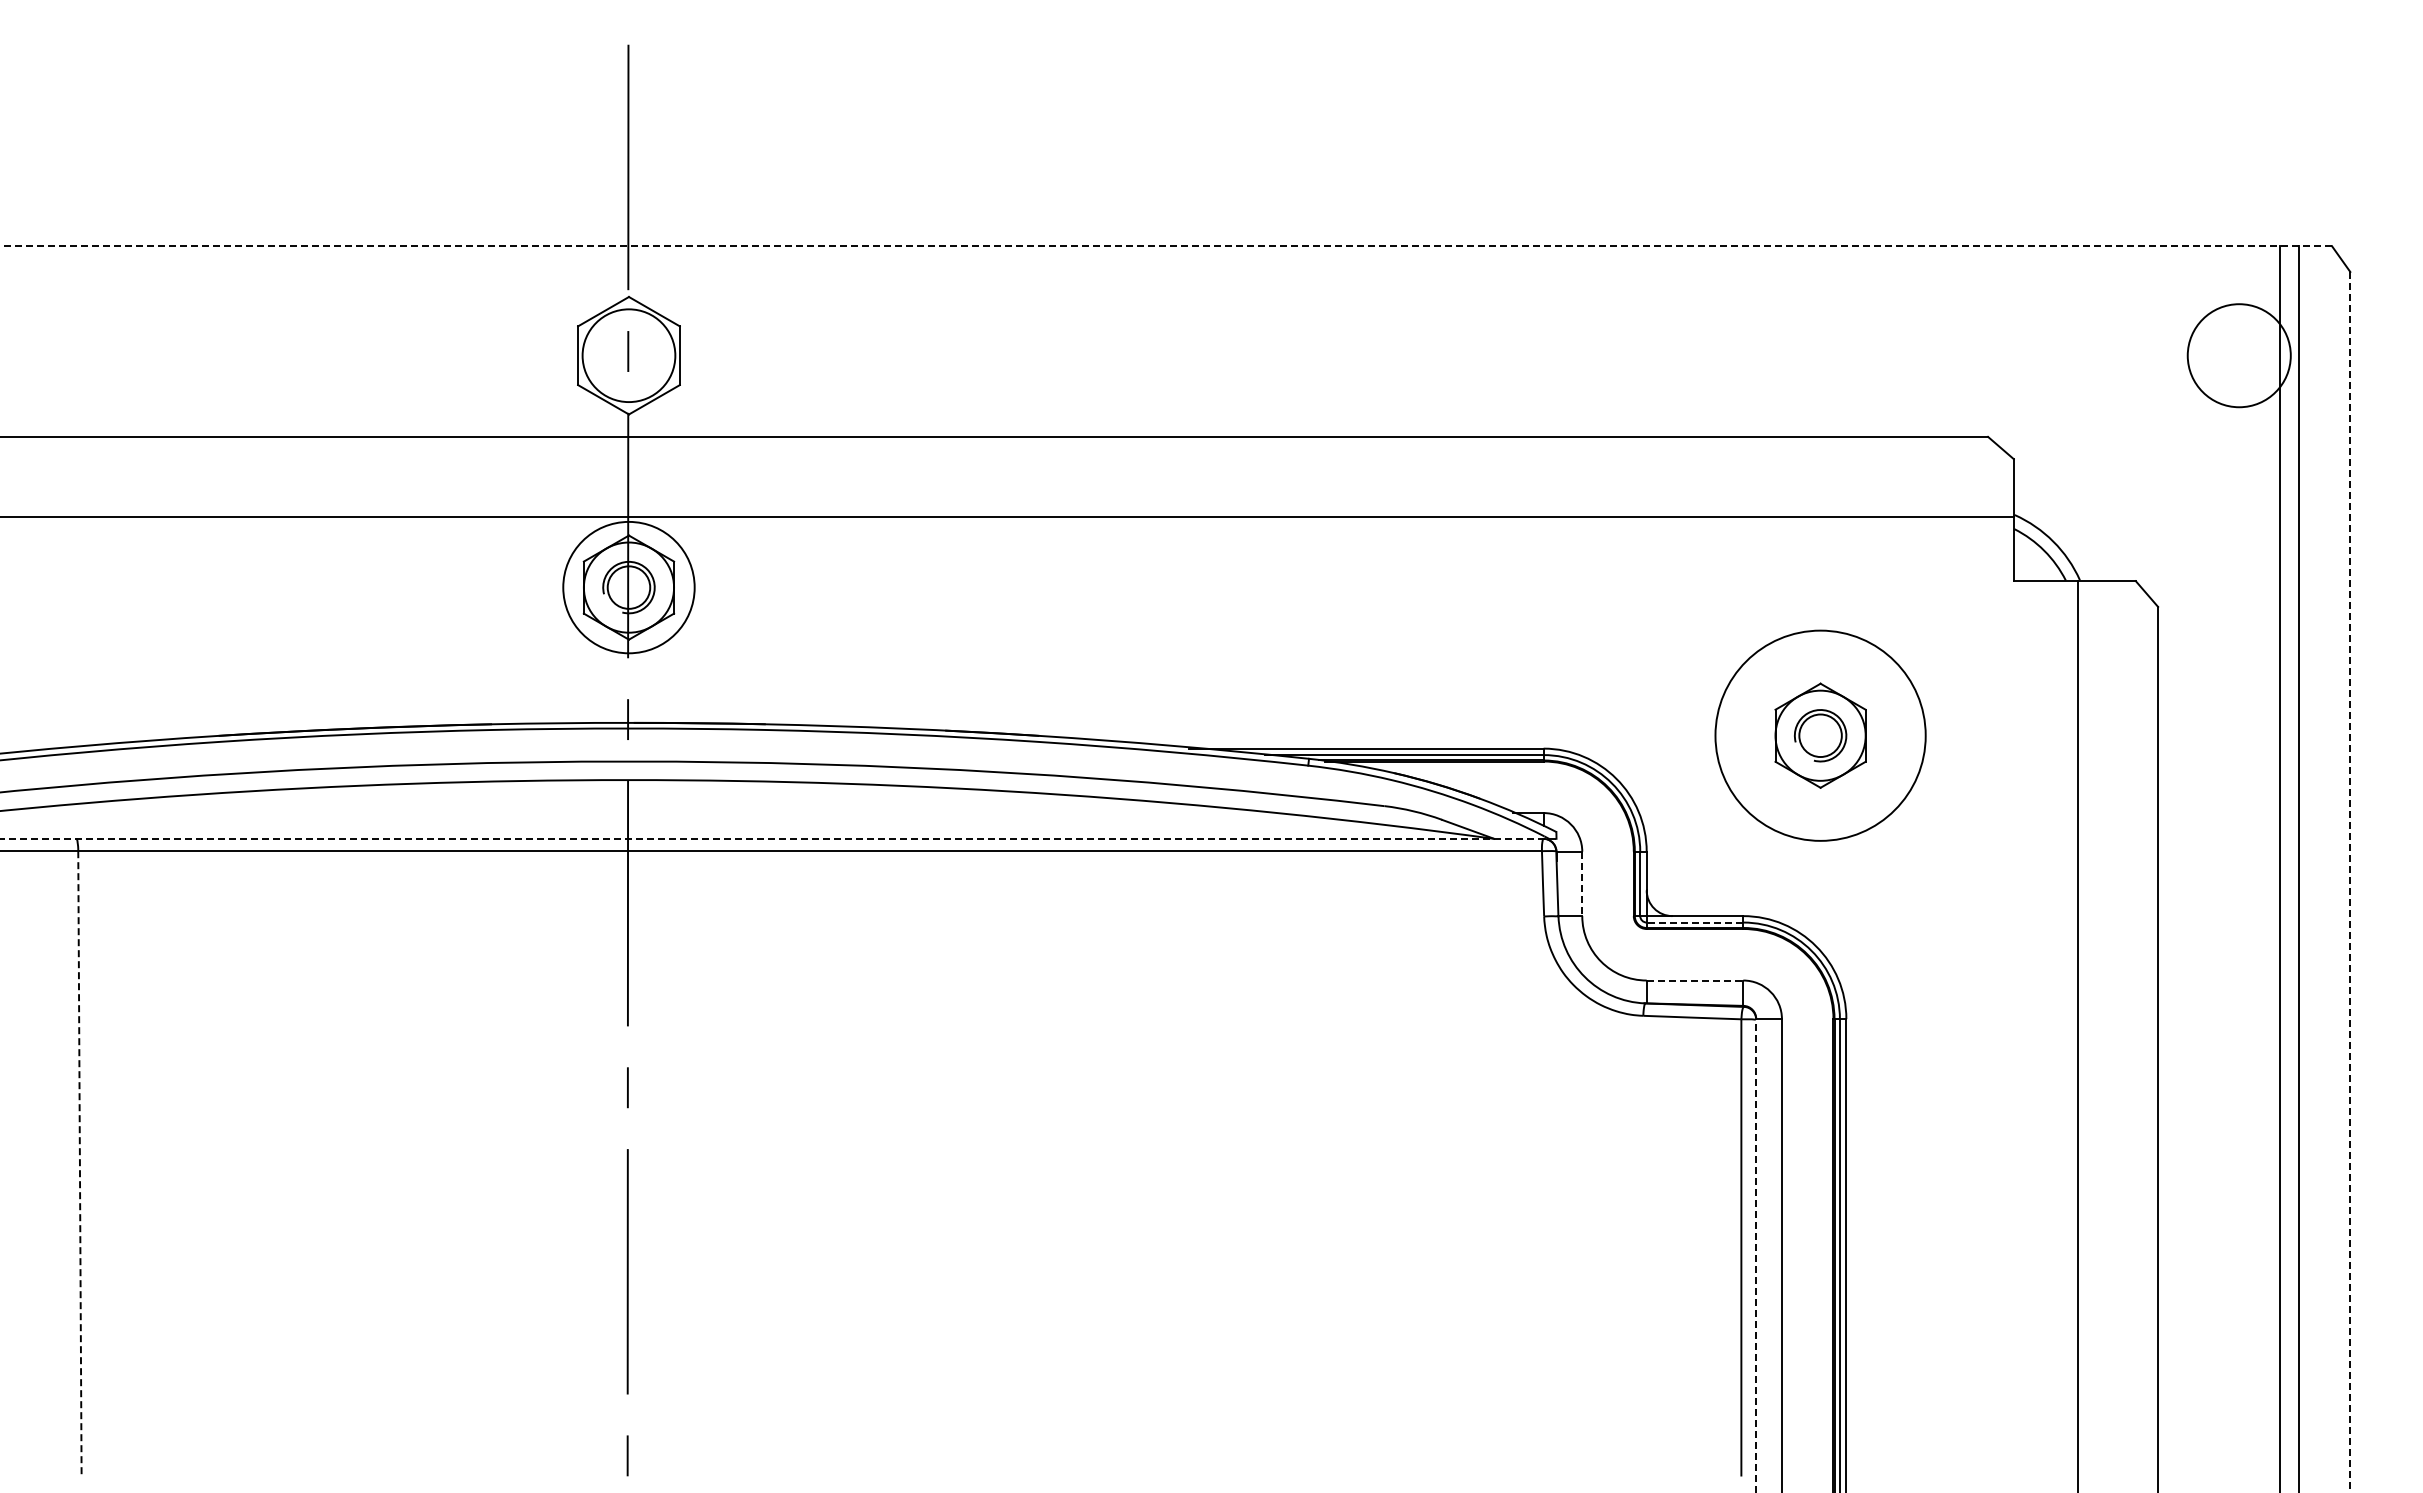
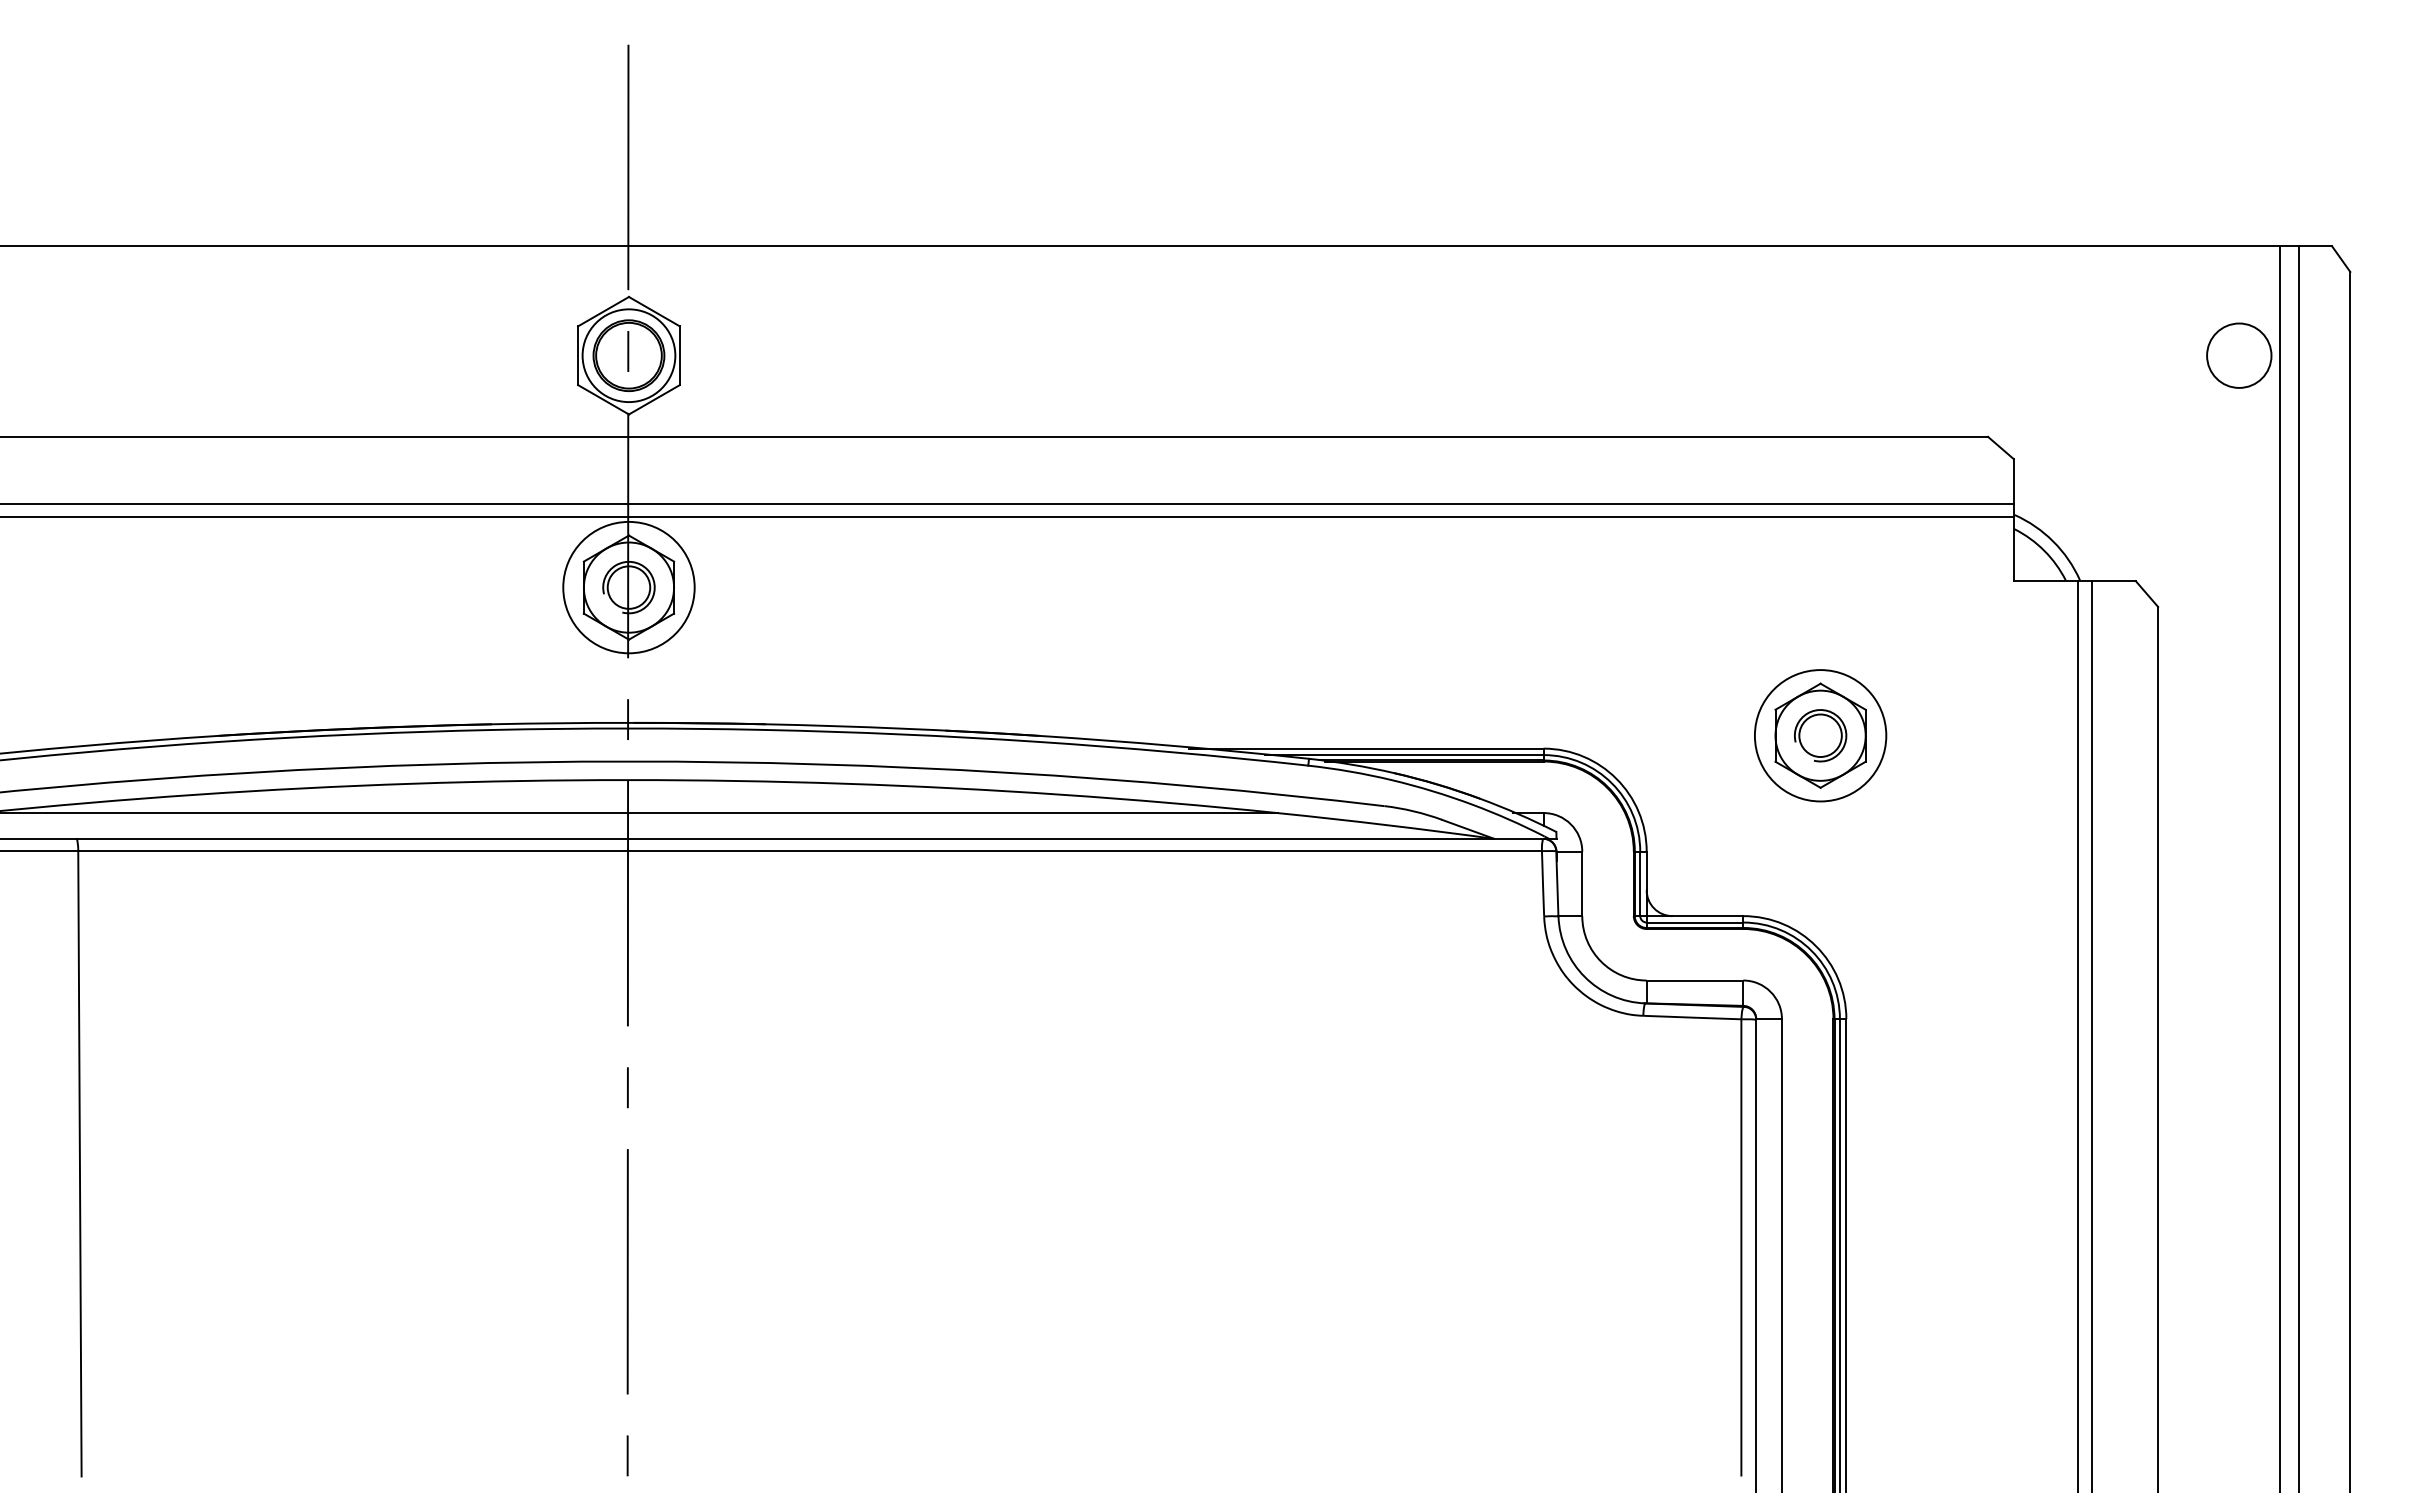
line at (1166, 246): dashed -> solid
part at (628, 355): none -> present
circle at (2238, 355) diameter: 103 px -> 64 px
line at (1007, 503): none -> present
circle at (1820, 735) diameter: 210 px -> 131 px
line at (639, 813): none -> present
line at (778, 838): dashed -> solid
line at (2350, 882): dashed -> solid
line at (1582, 884): dashed -> solid
line at (1694, 922): dashed -> solid
line at (1695, 980): dashed -> solid
line at (2091, 1035): none -> present
line at (79, 1163): dashed -> solid
line at (1756, 1255): dashed -> solid
